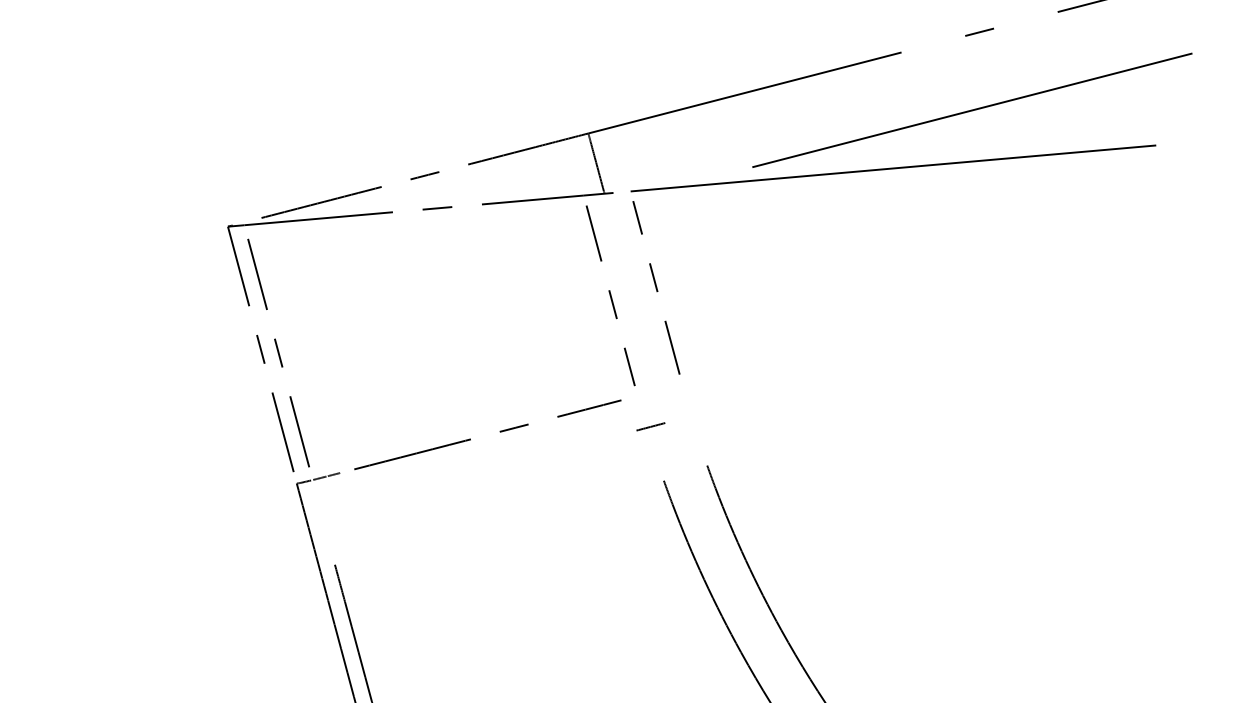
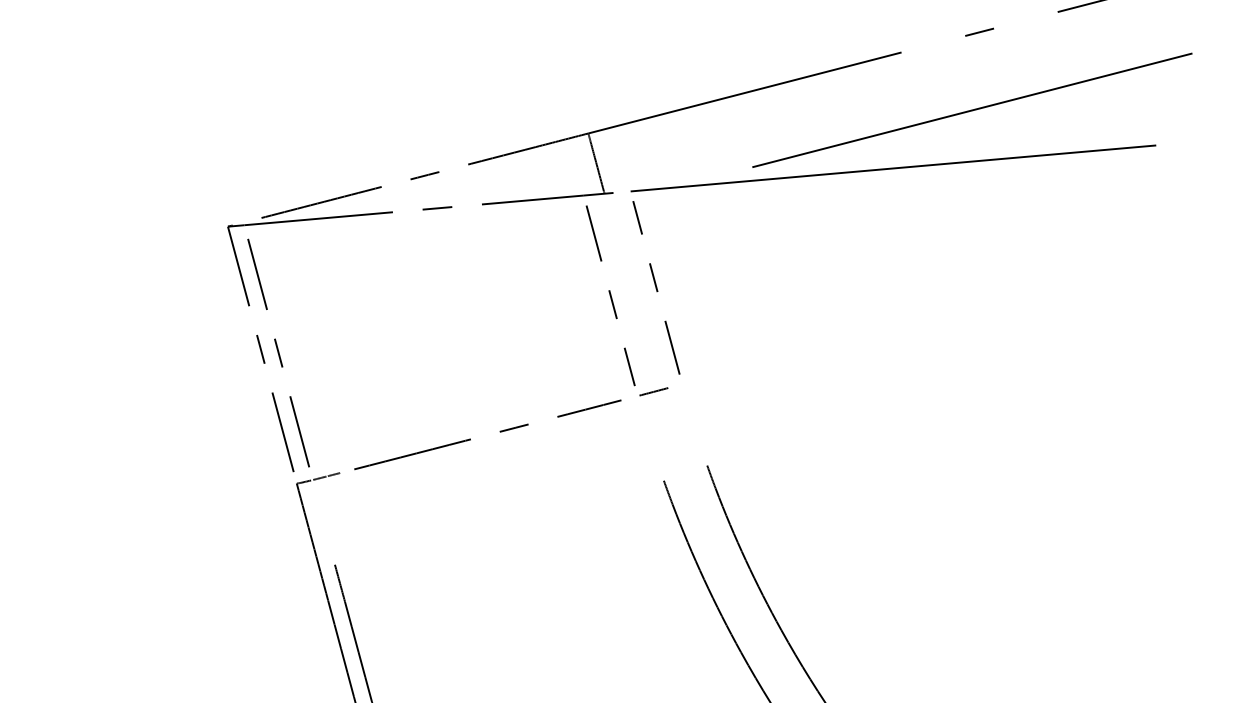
line at (650, 426) position: (650, 426) -> (653, 391)
